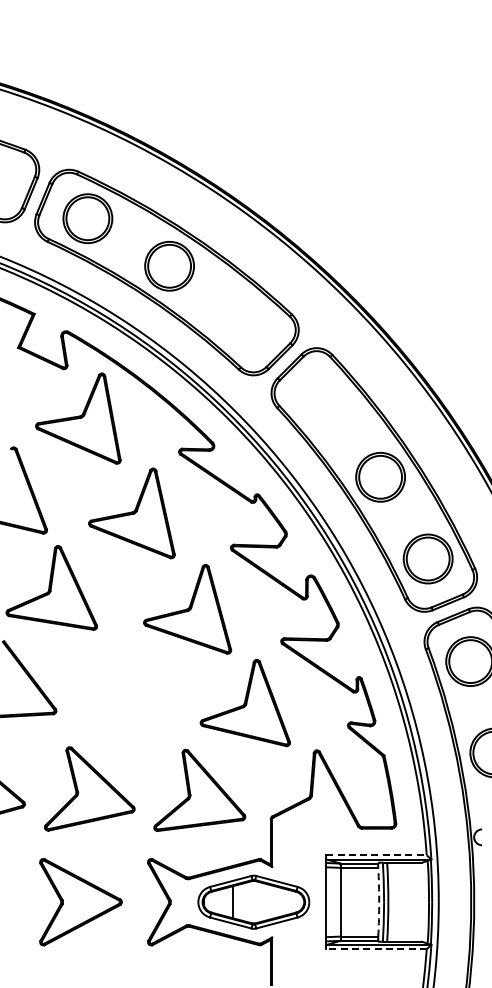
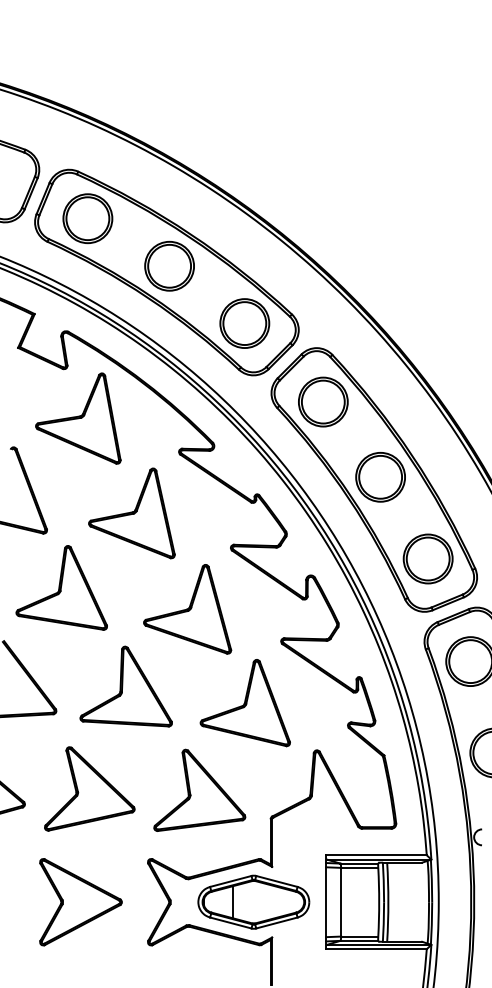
part at (244, 323): none -> present
part at (323, 401): none -> present
part at (51, 587) position: (51, 587) -> (61, 587)
part at (125, 686): none -> present
line at (377, 855): dashed -> solid
arc at (379, 902): dashed -> solid
line at (376, 949): dashed -> solid
